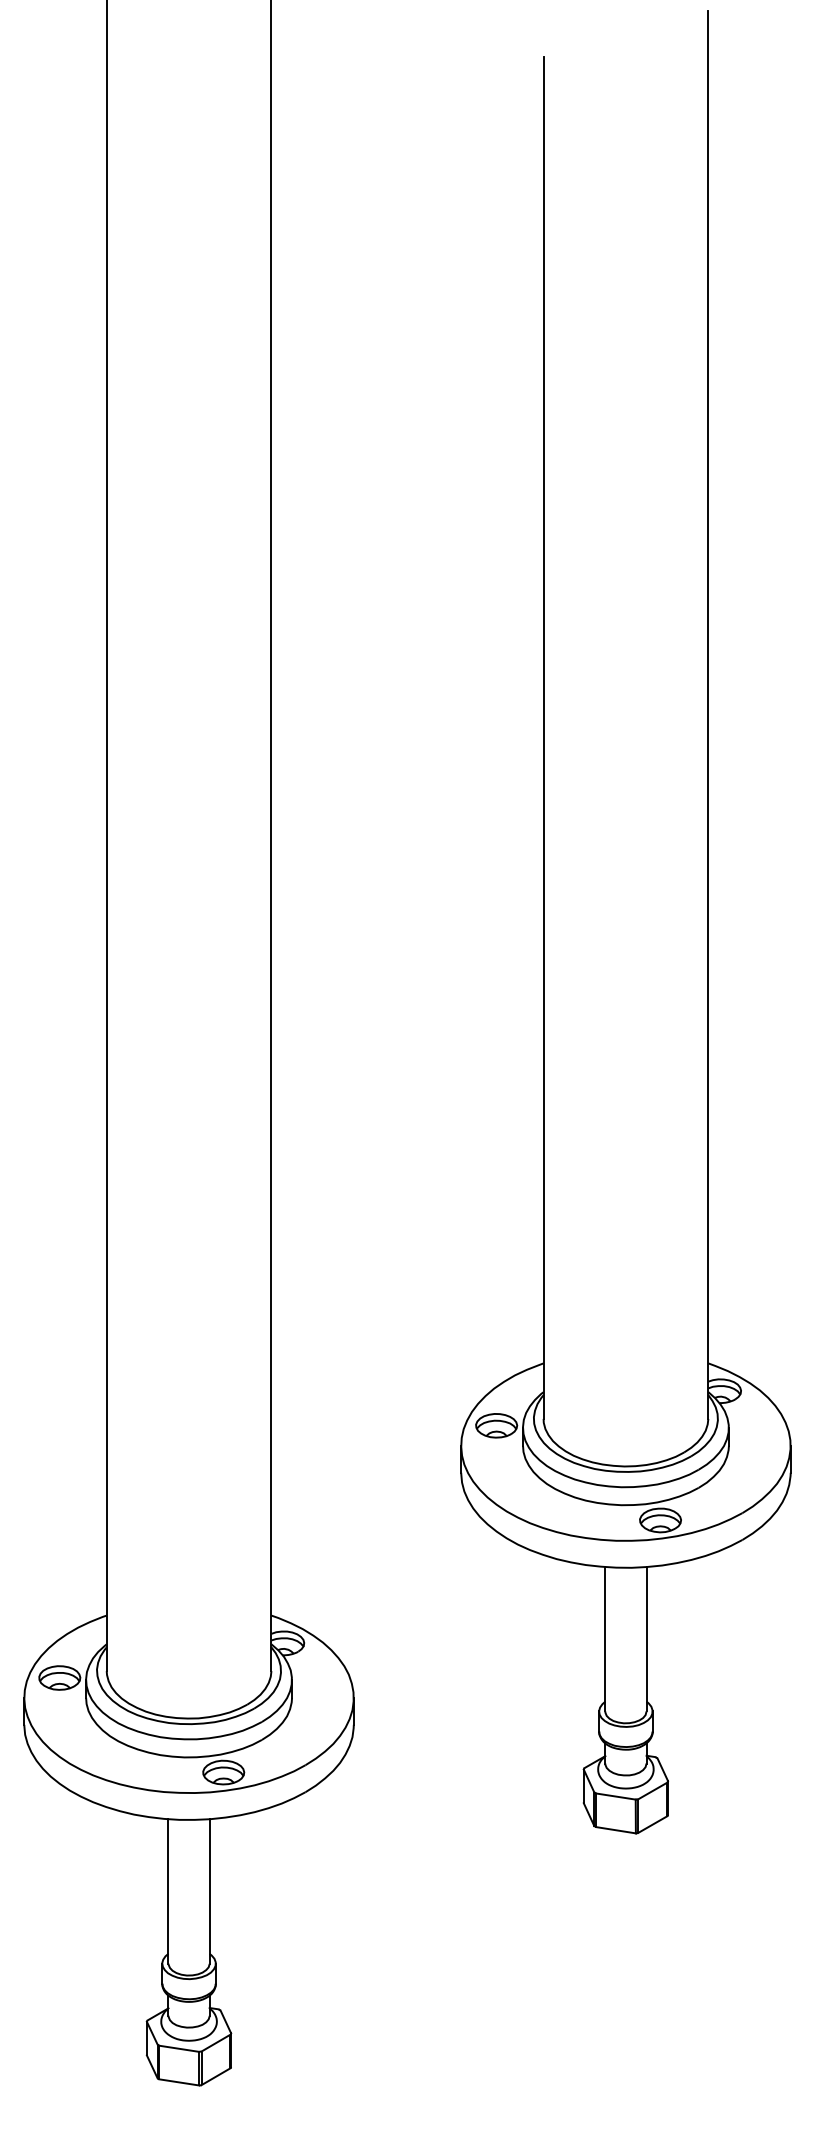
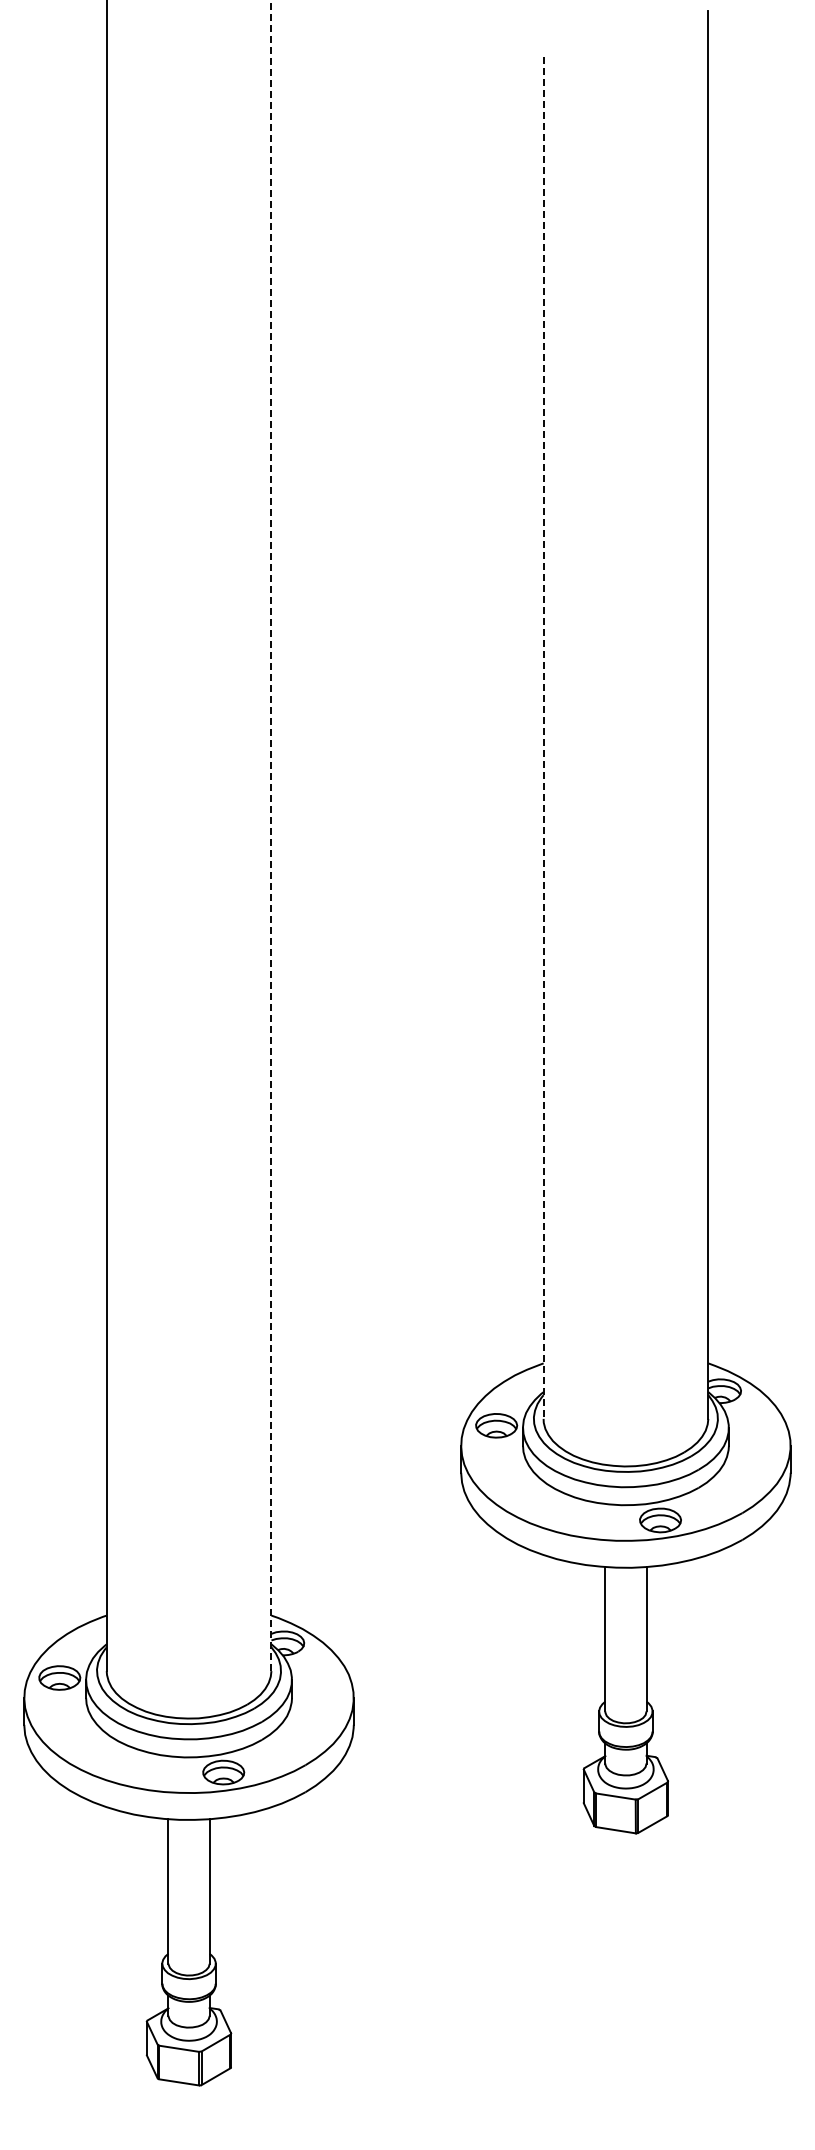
line at (543, 738): solid -> dashed
line at (271, 835): solid -> dashed
